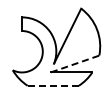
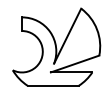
line at (75, 64): dashed -> solid
line at (53, 85): dashed -> solid
